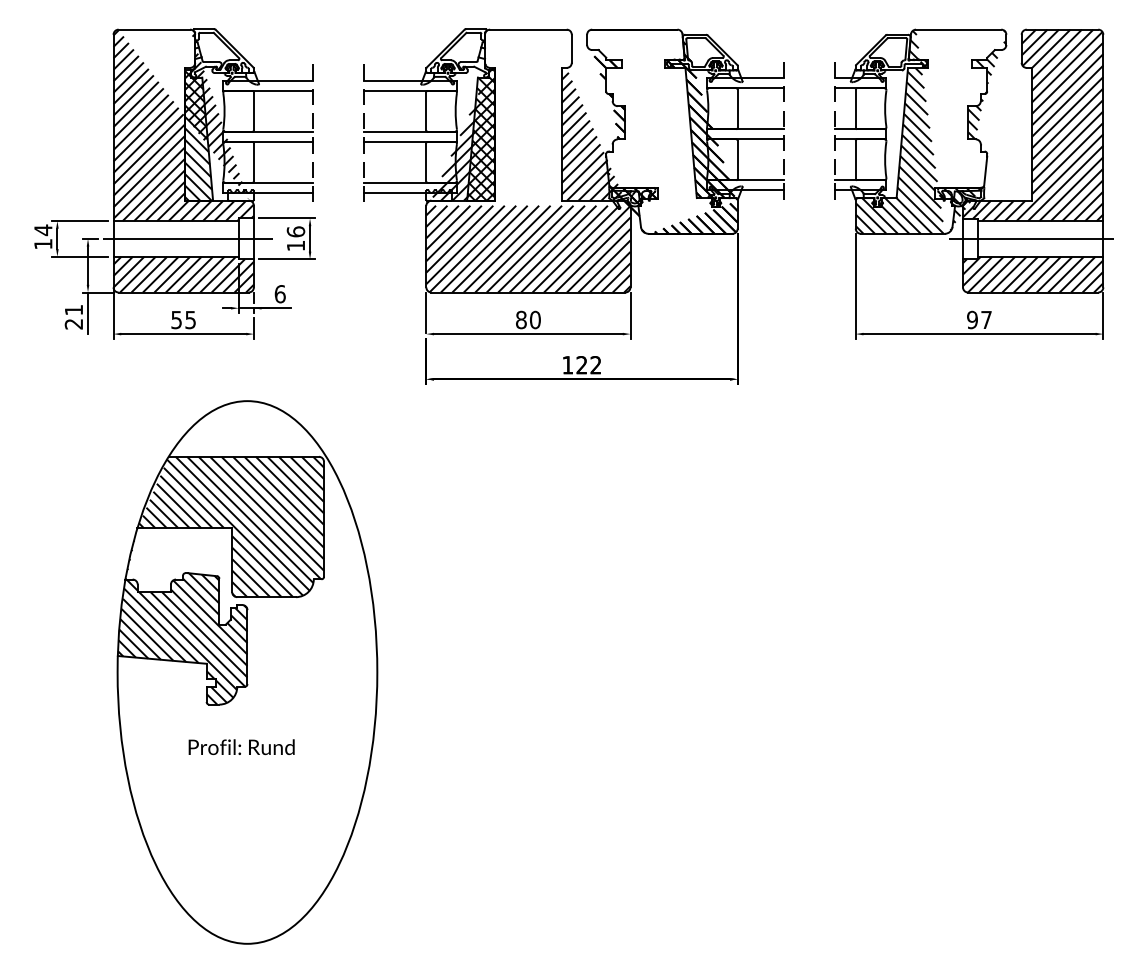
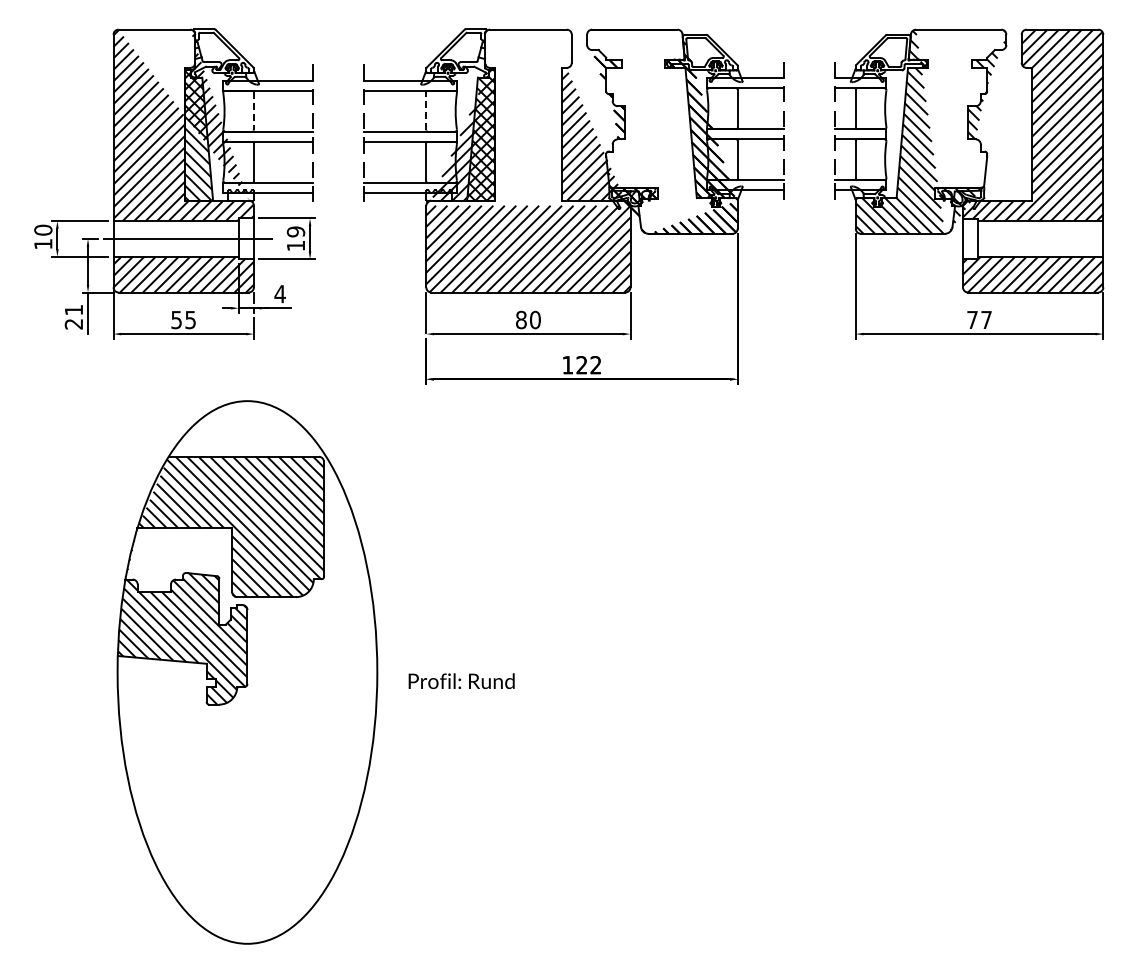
line at (426, 110): solid -> dashed
line at (253, 111): solid -> dashed
text at (43, 230): 14 -> 10
text at (295, 231): 16 -> 19
line at (1031, 238): present -> none
text at (279, 294): 6 -> 4
text at (972, 319): 97 -> 77
text at (241, 747) position: (241, 747) -> (461, 681)
